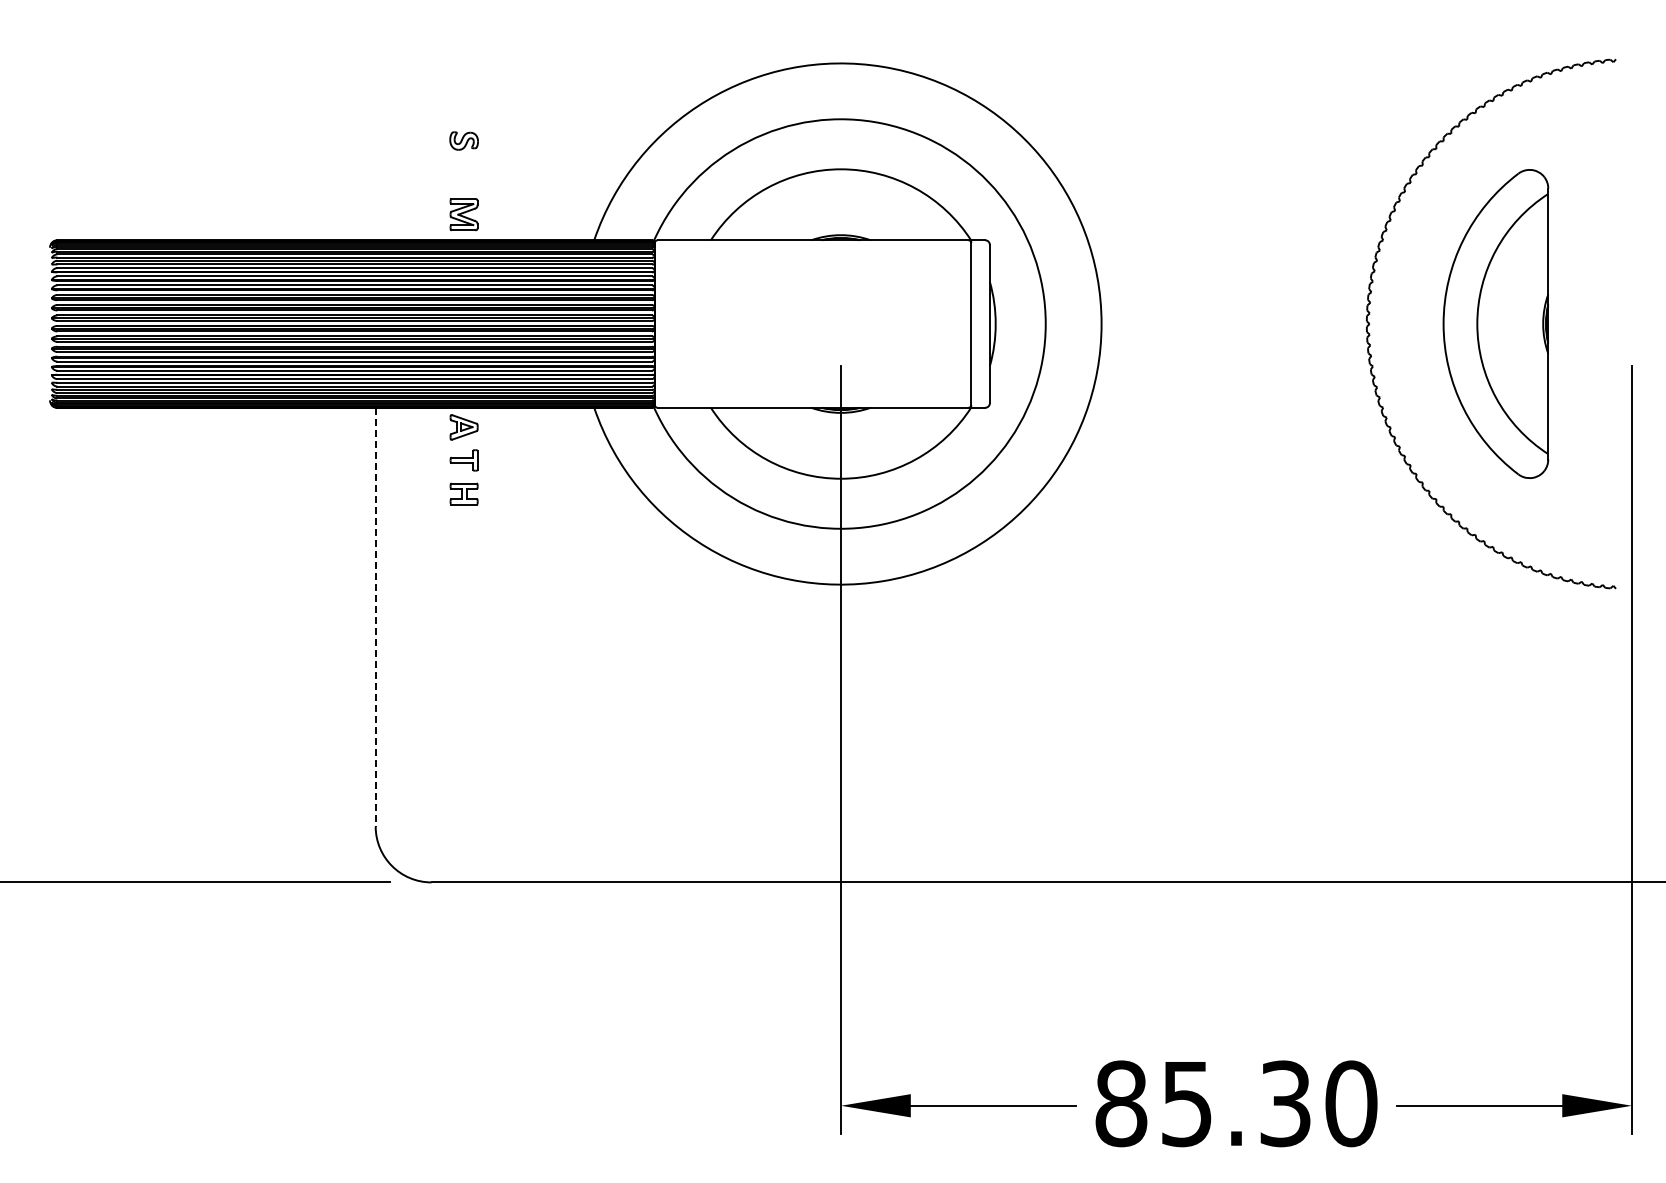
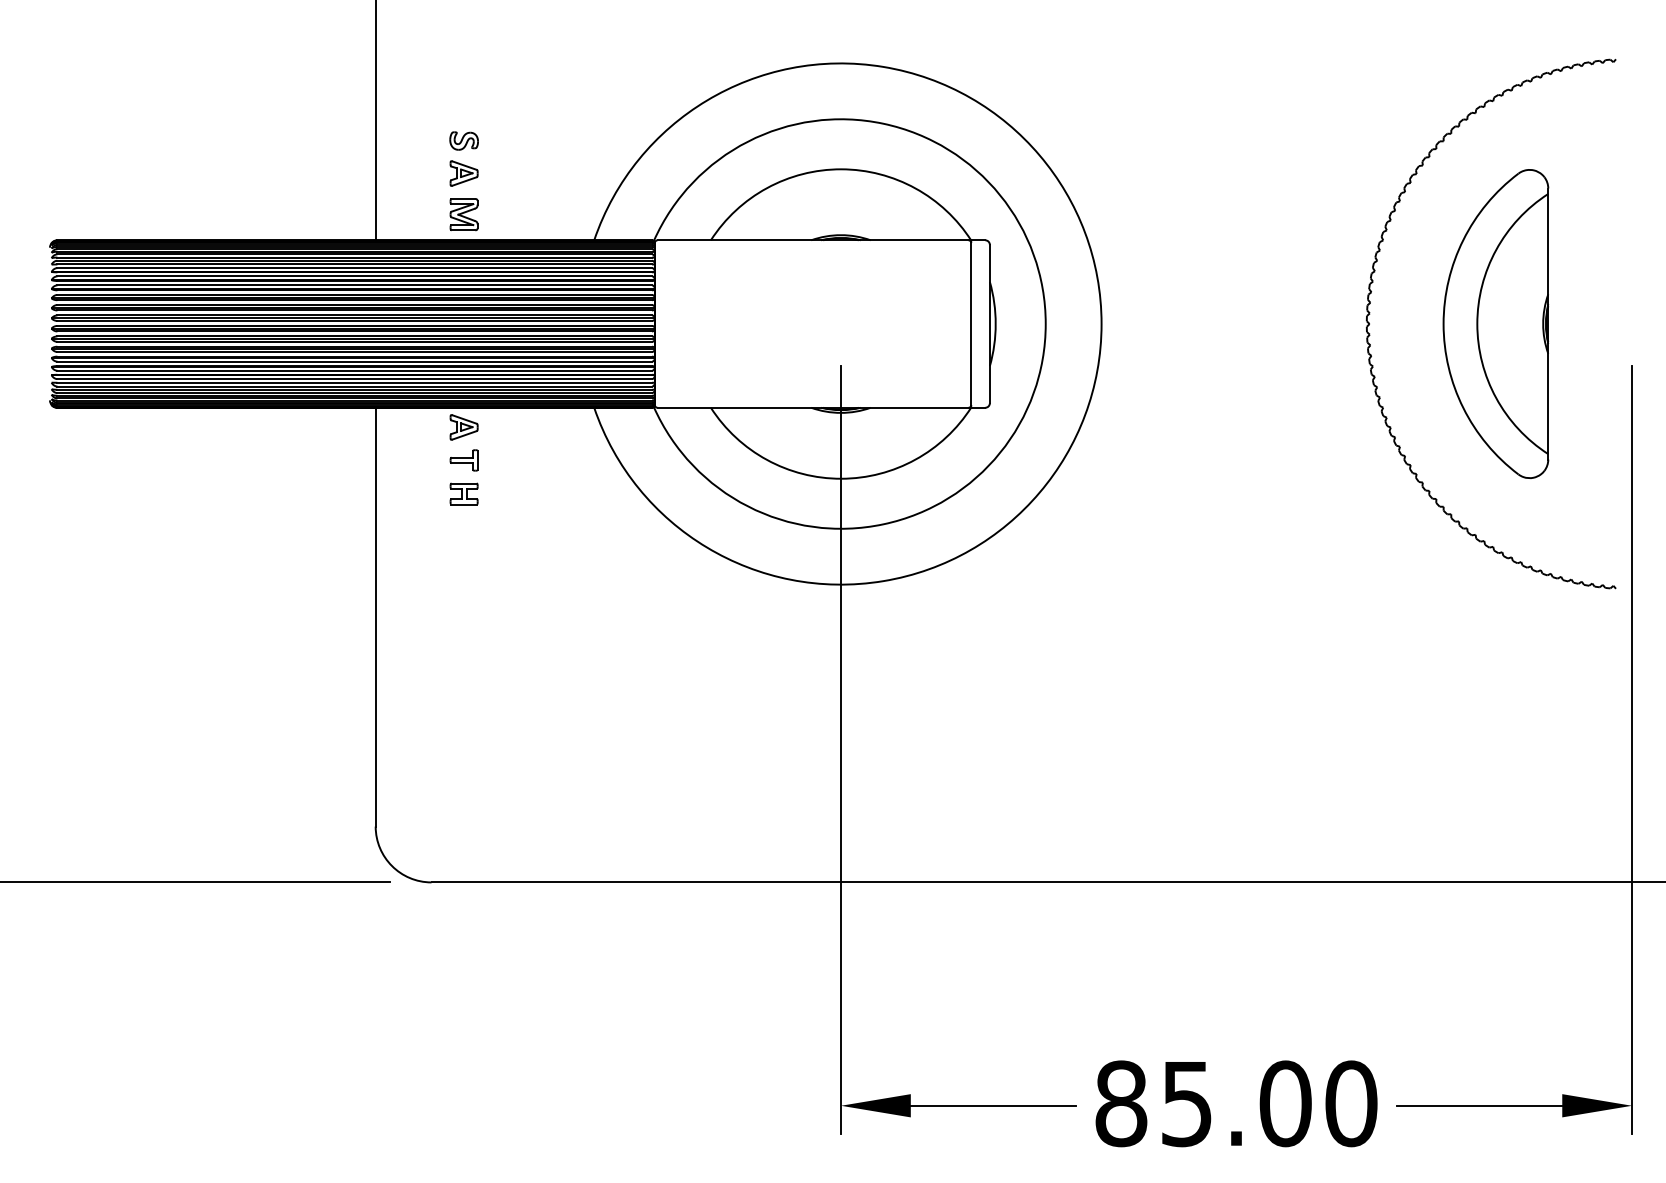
line at (375, 121): none -> present
part at (463, 173): none -> present
line at (375, 617): dashed -> solid
text at (1285, 1103): 85.30 -> 85.00
